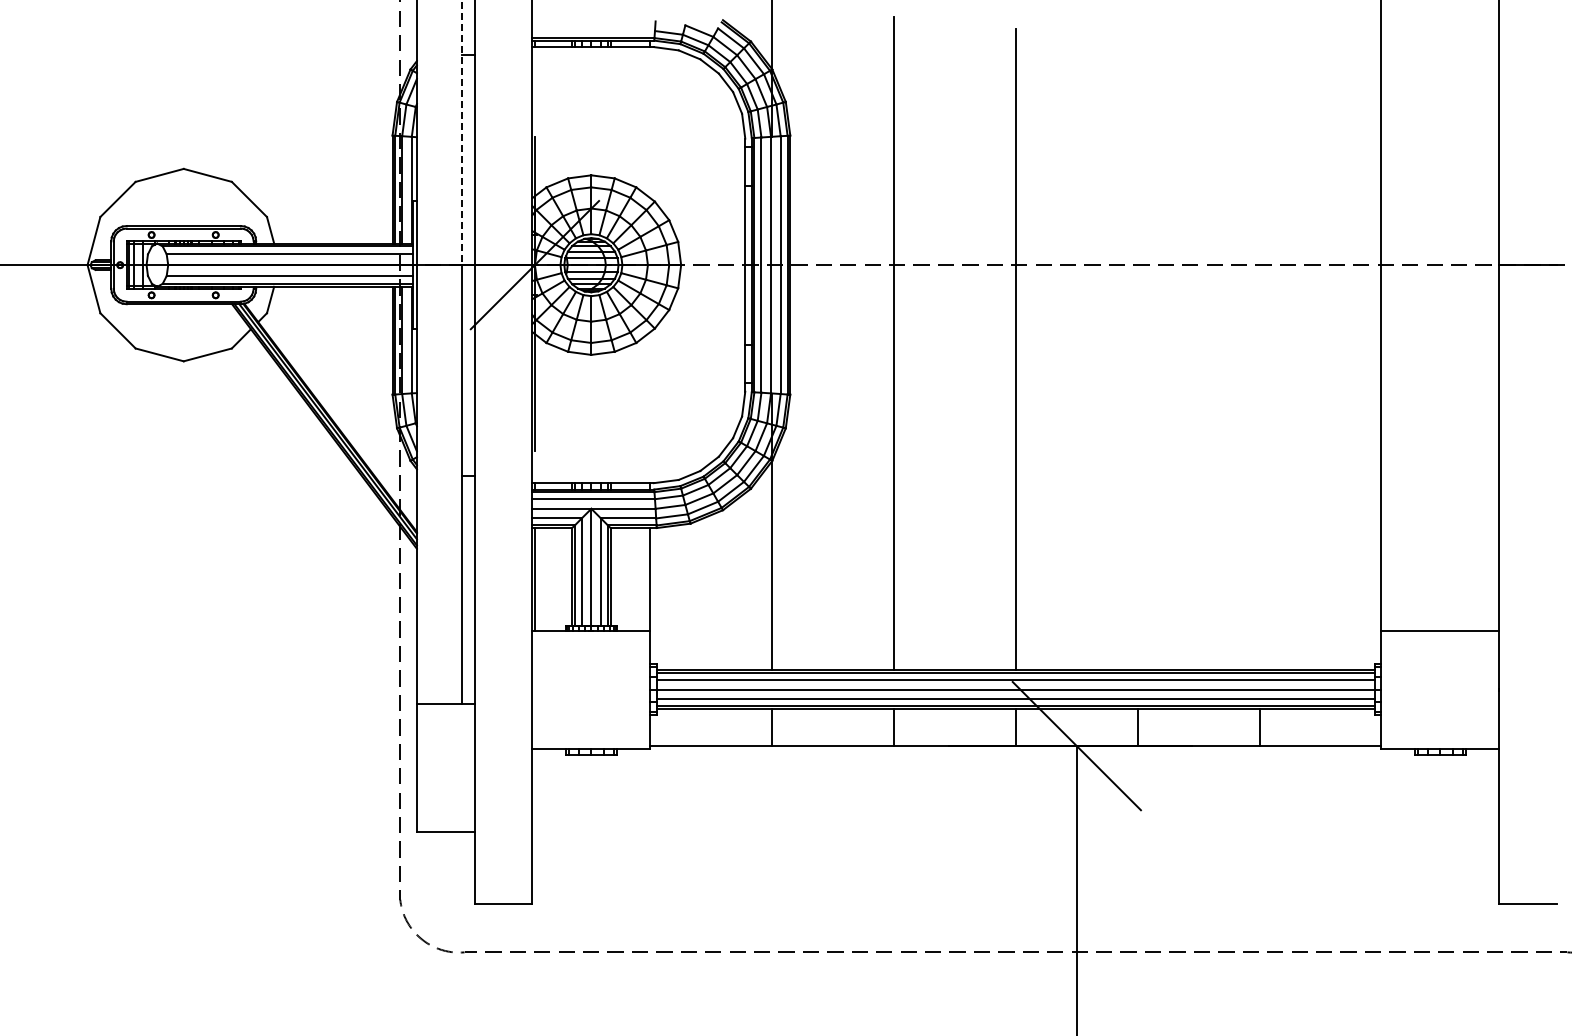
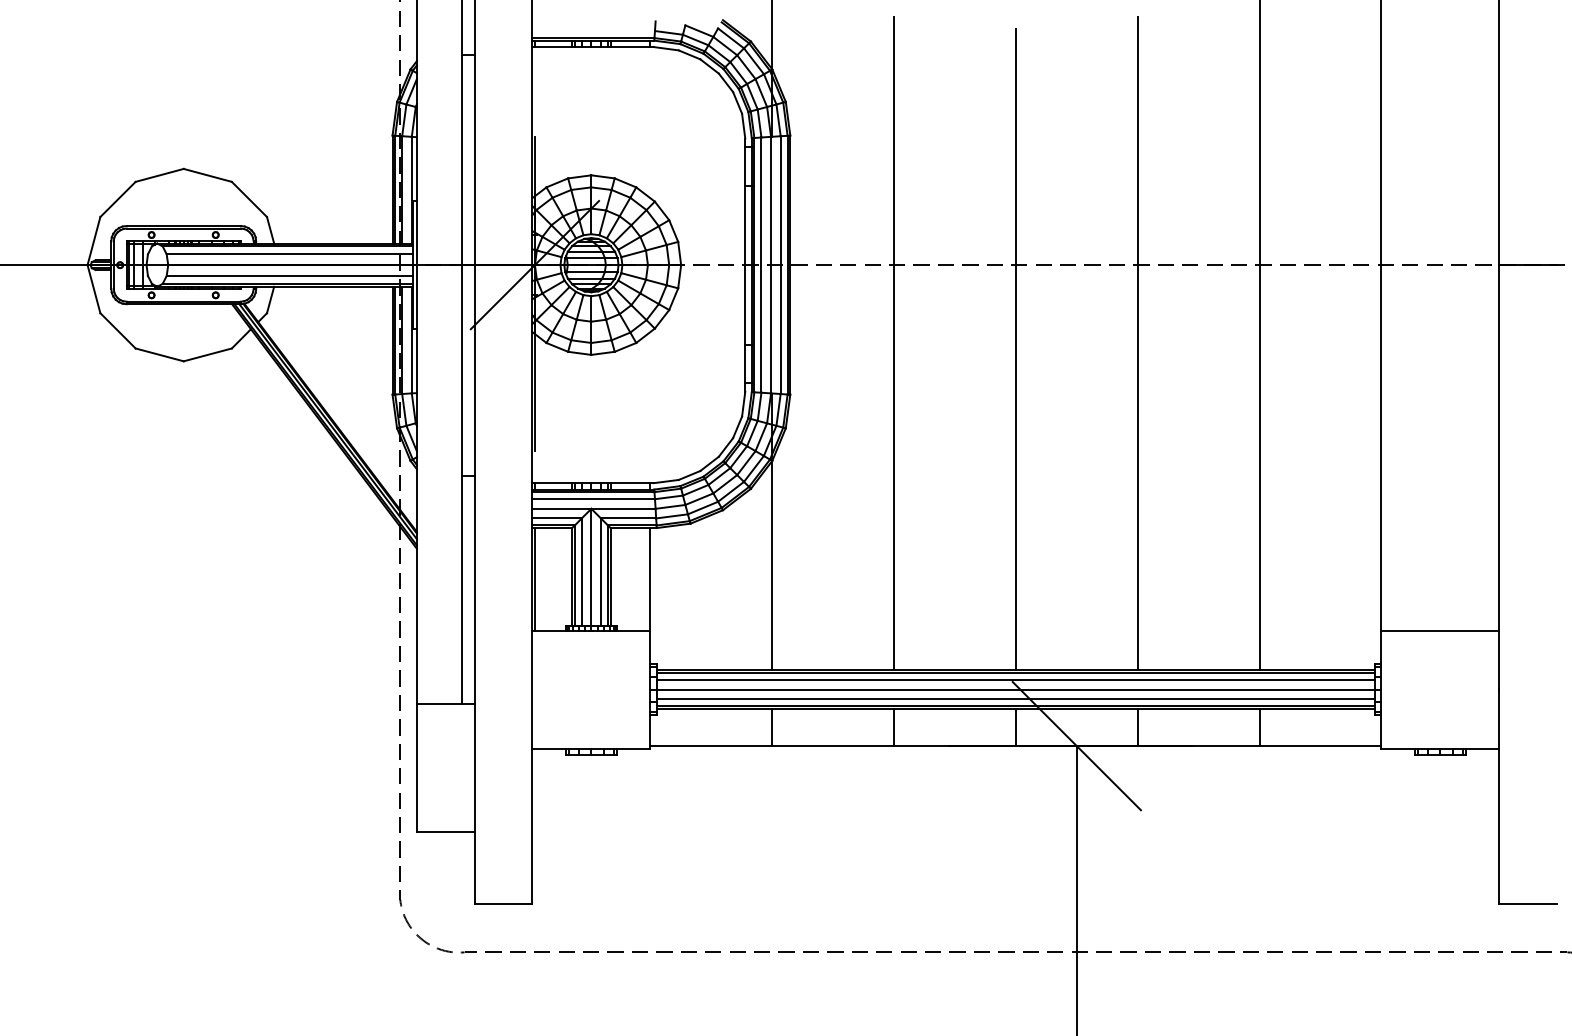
line at (461, 133): dashed -> solid
line at (1259, 336): none -> present
line at (1137, 343): none -> present
